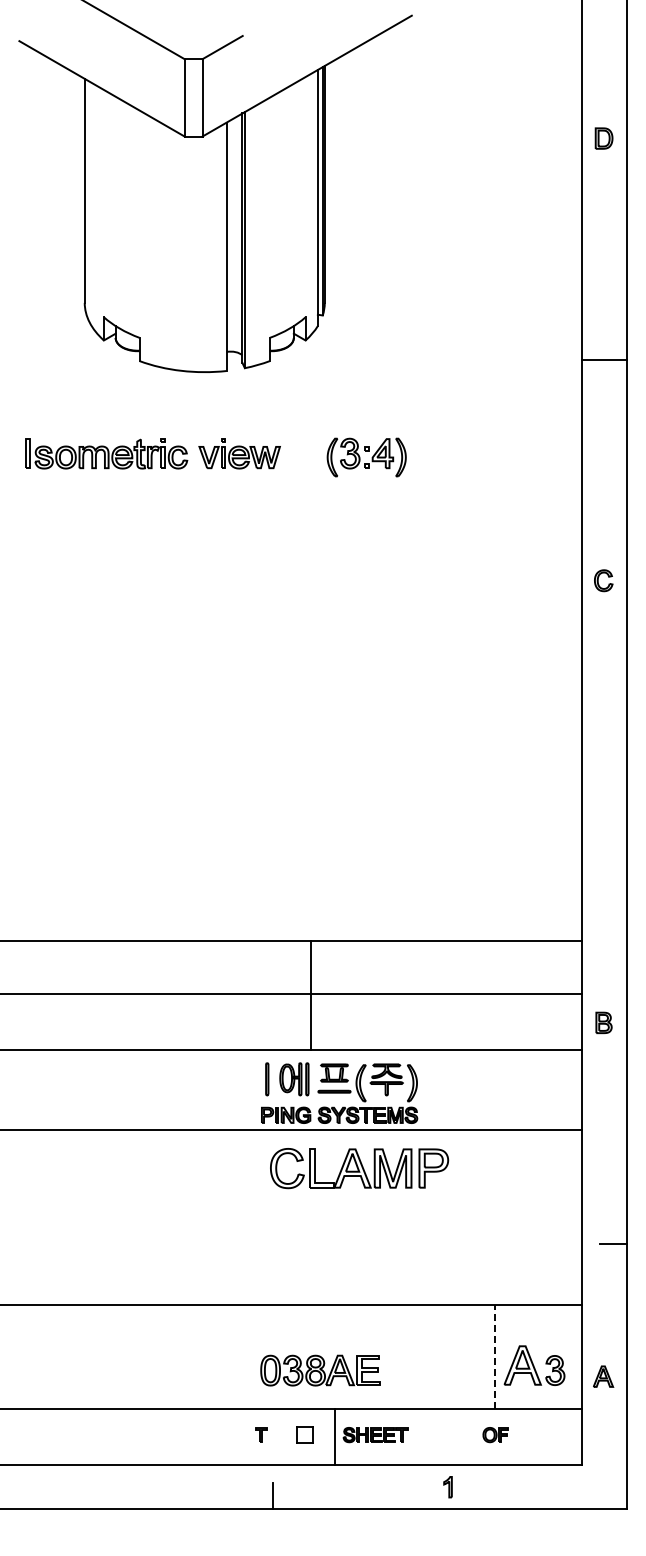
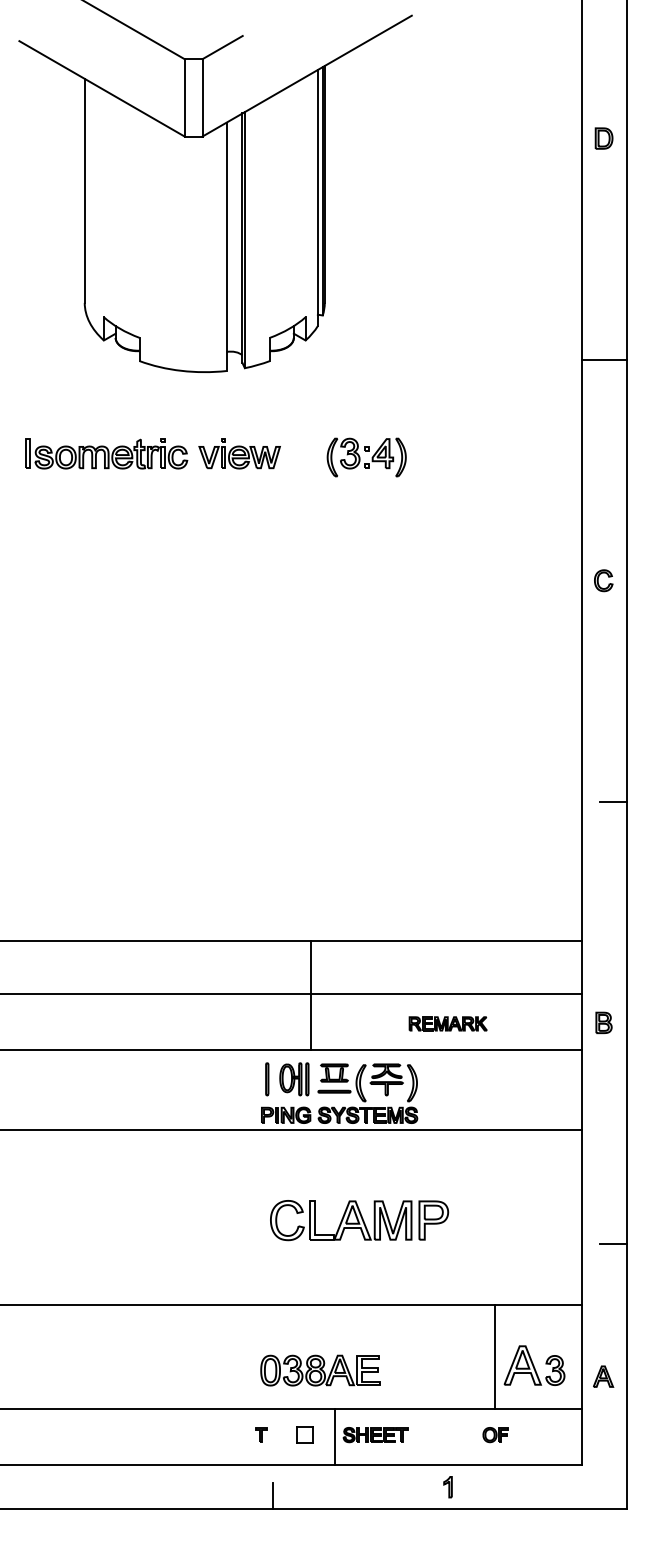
line at (613, 801): none -> present
part at (447, 1023): none -> present
part at (359, 1168) position: (359, 1168) -> (359, 1220)
line at (494, 1357): dashed -> solid
